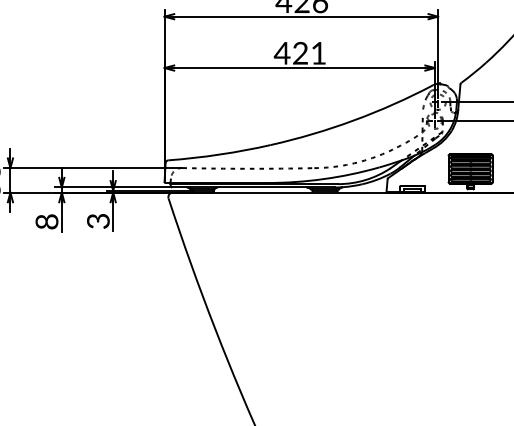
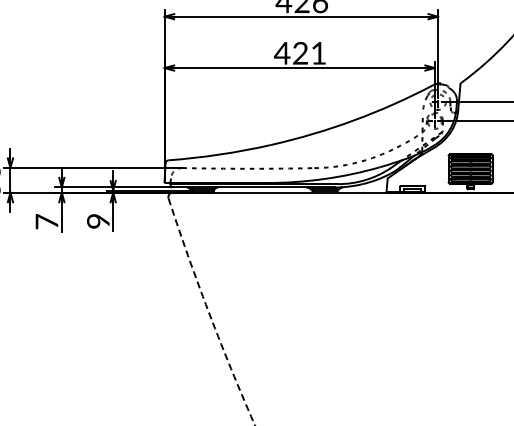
text at (46, 221): 8 -> 7
text at (98, 221): 3 -> 9
arc at (209, 313): solid -> dashed
